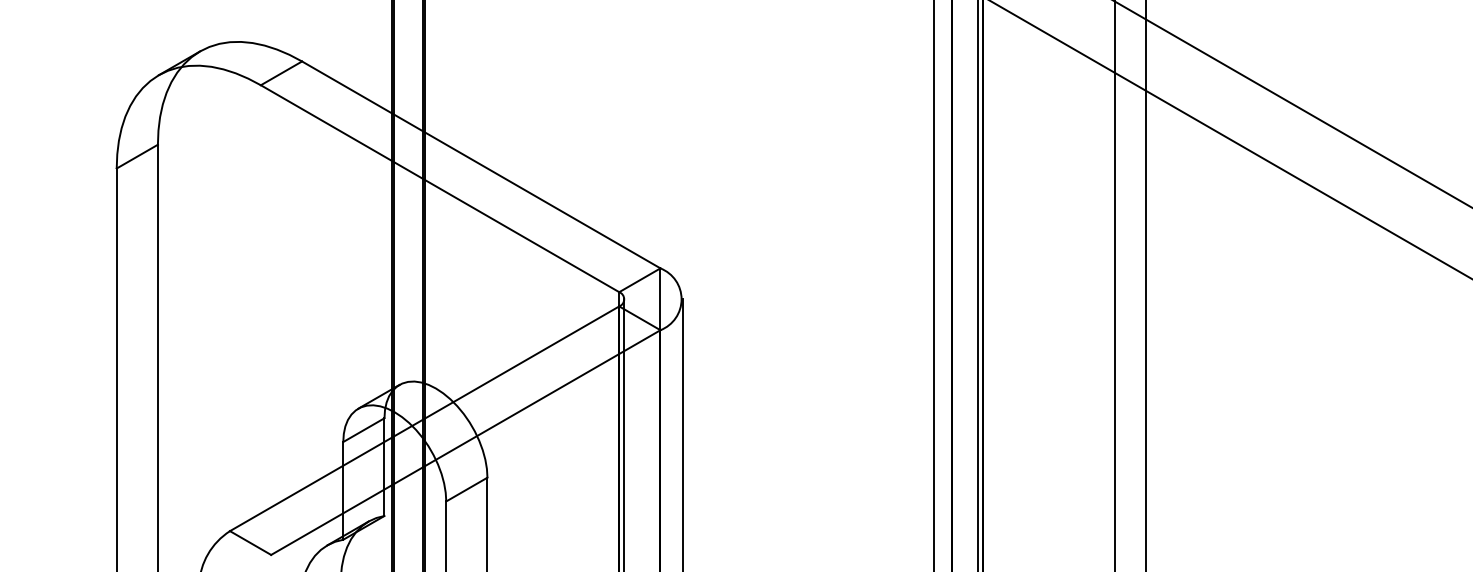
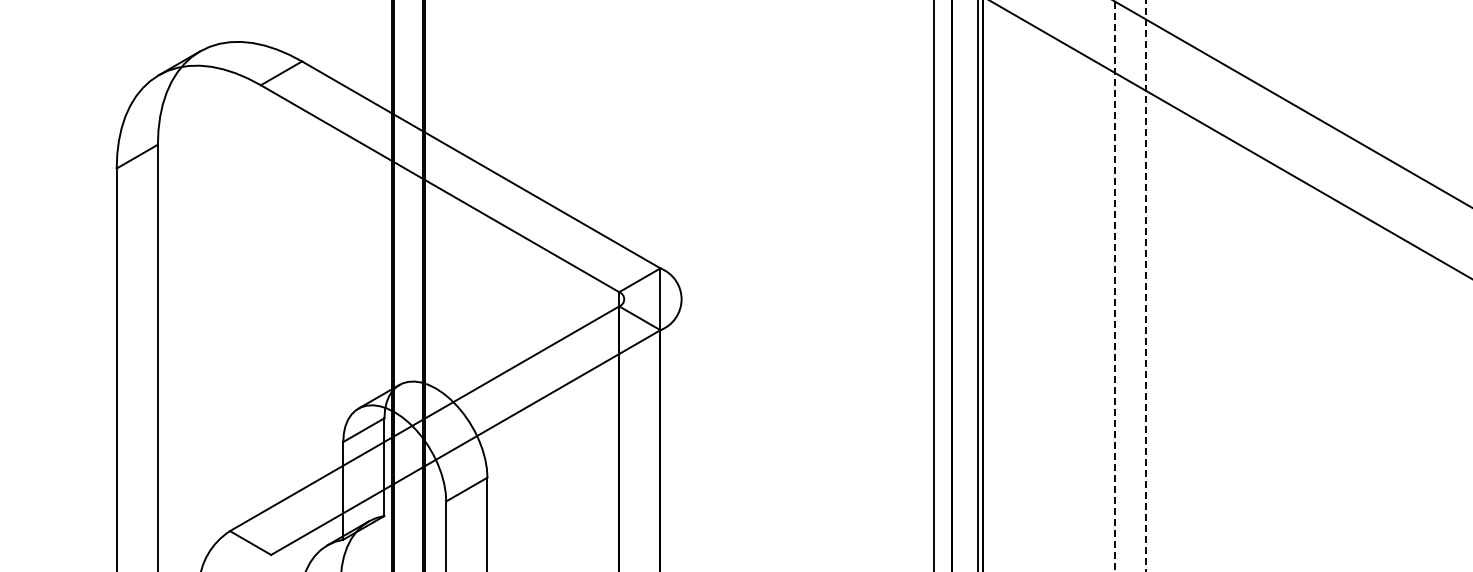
line at (1114, 287): solid -> dashed
line at (1145, 287): solid -> dashed
line at (624, 433): present -> none
line at (682, 433): present -> none
